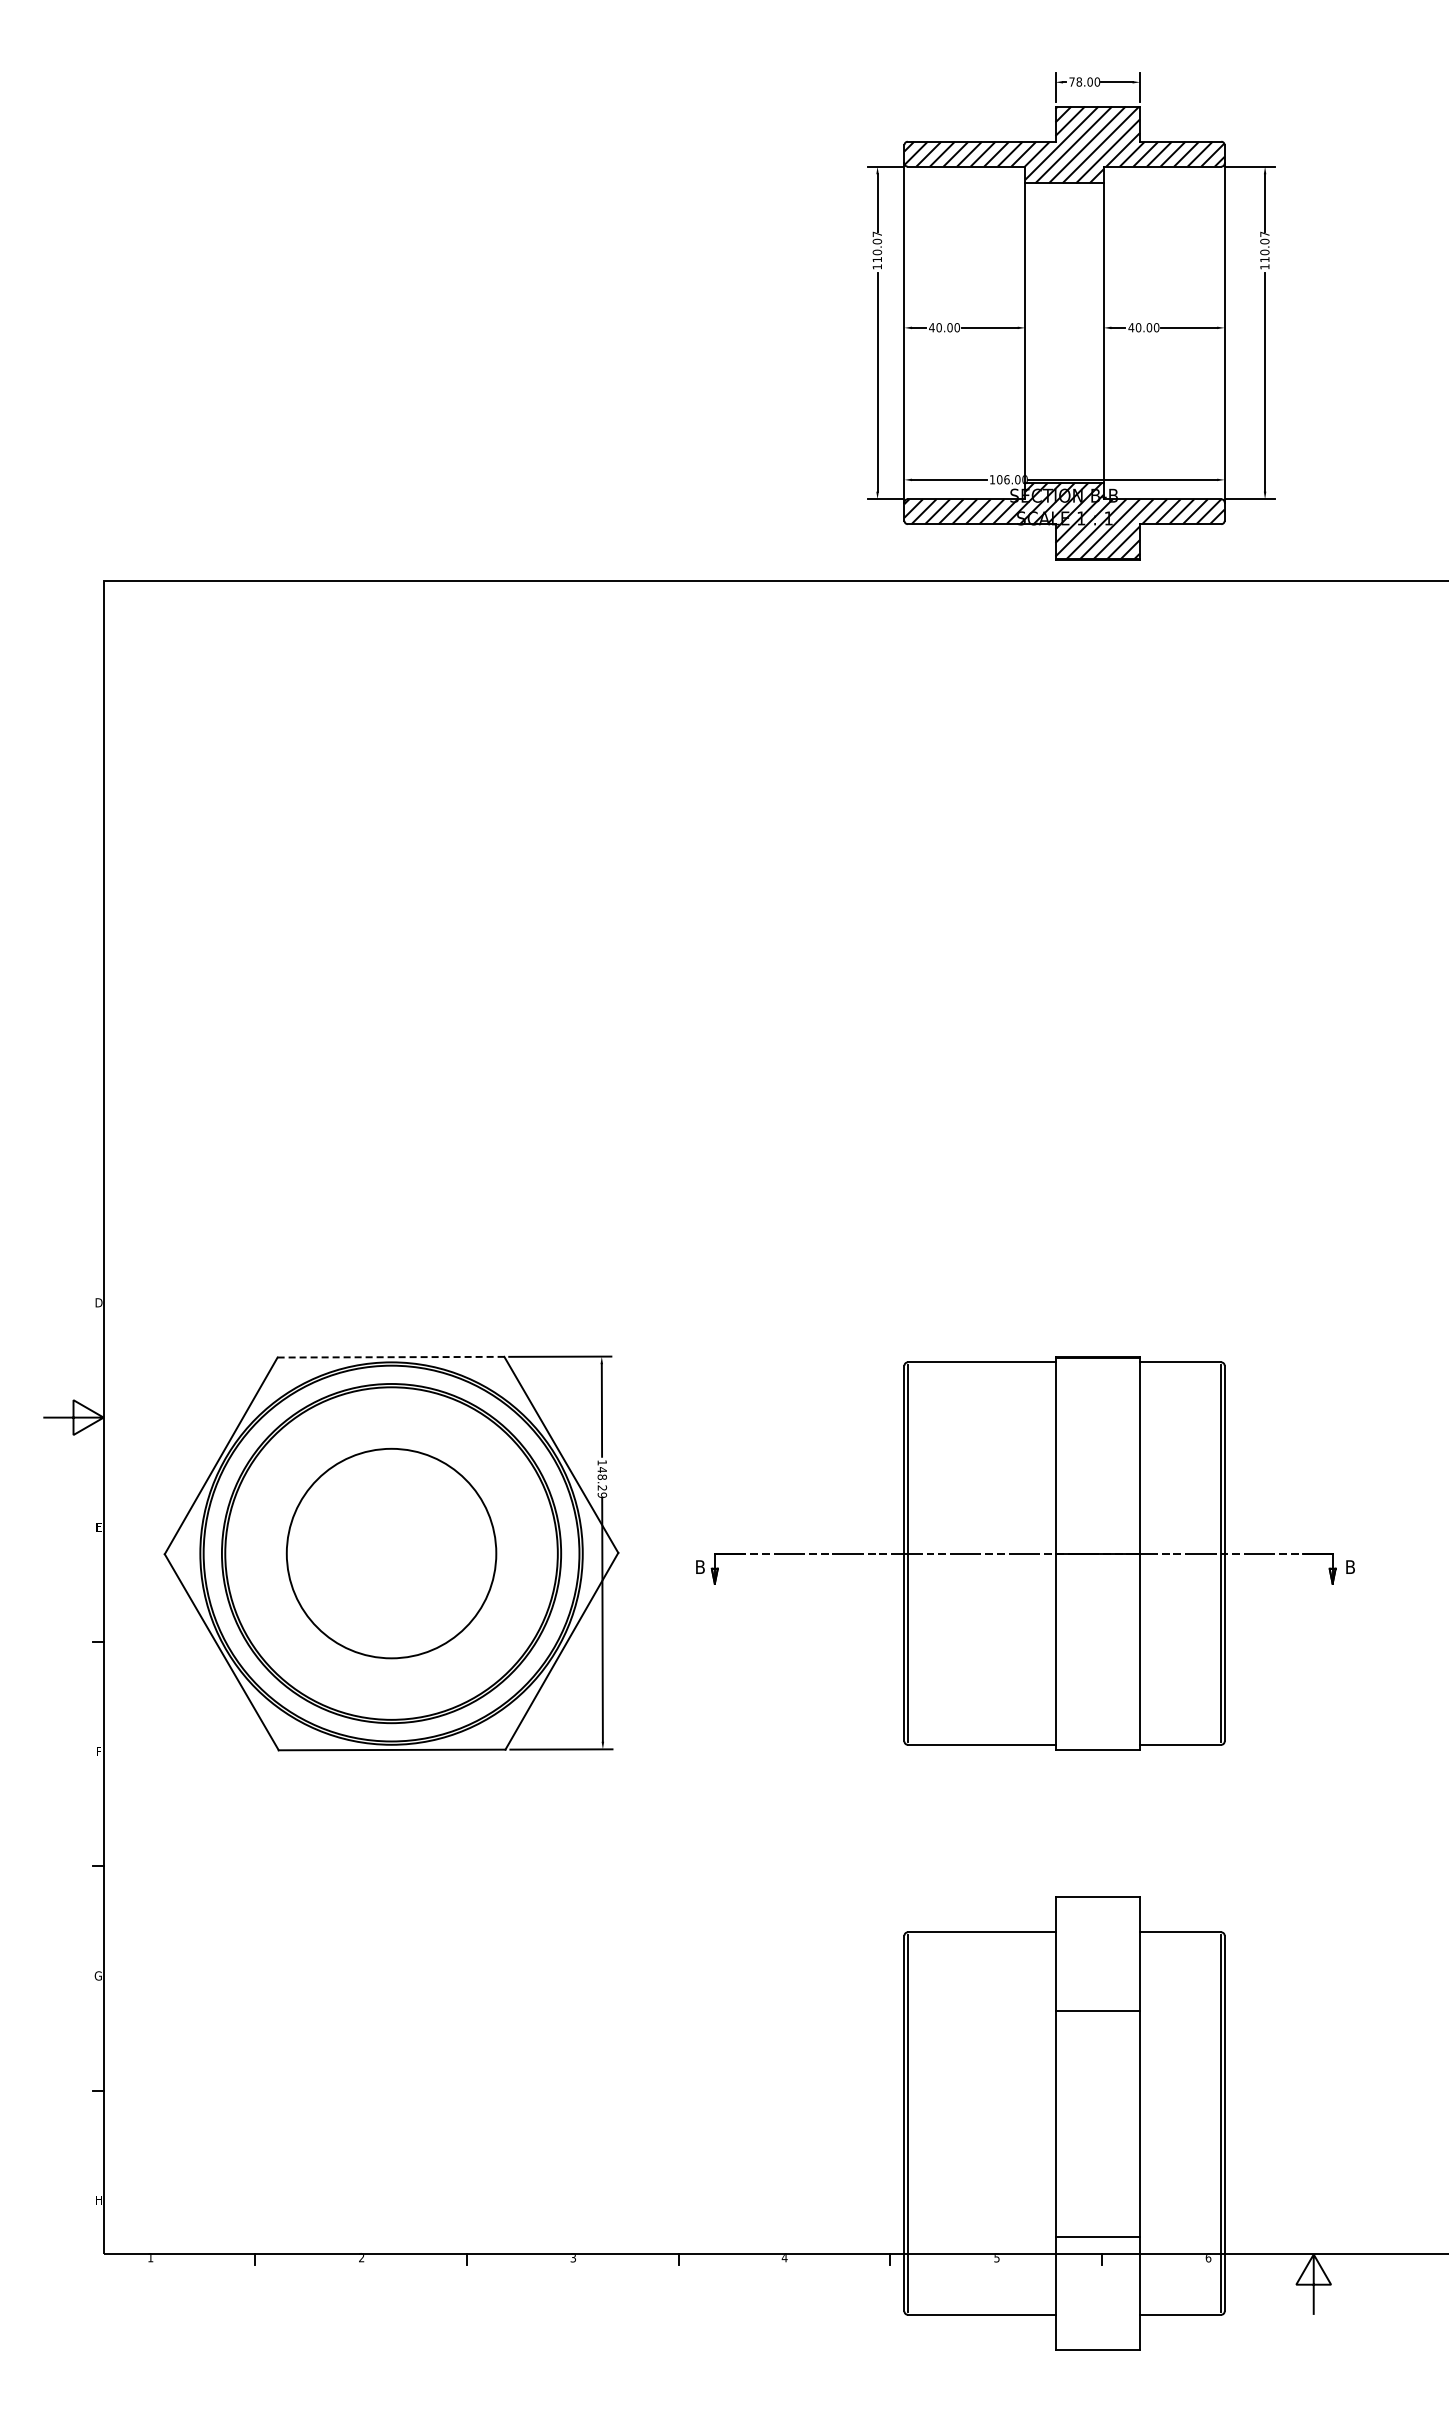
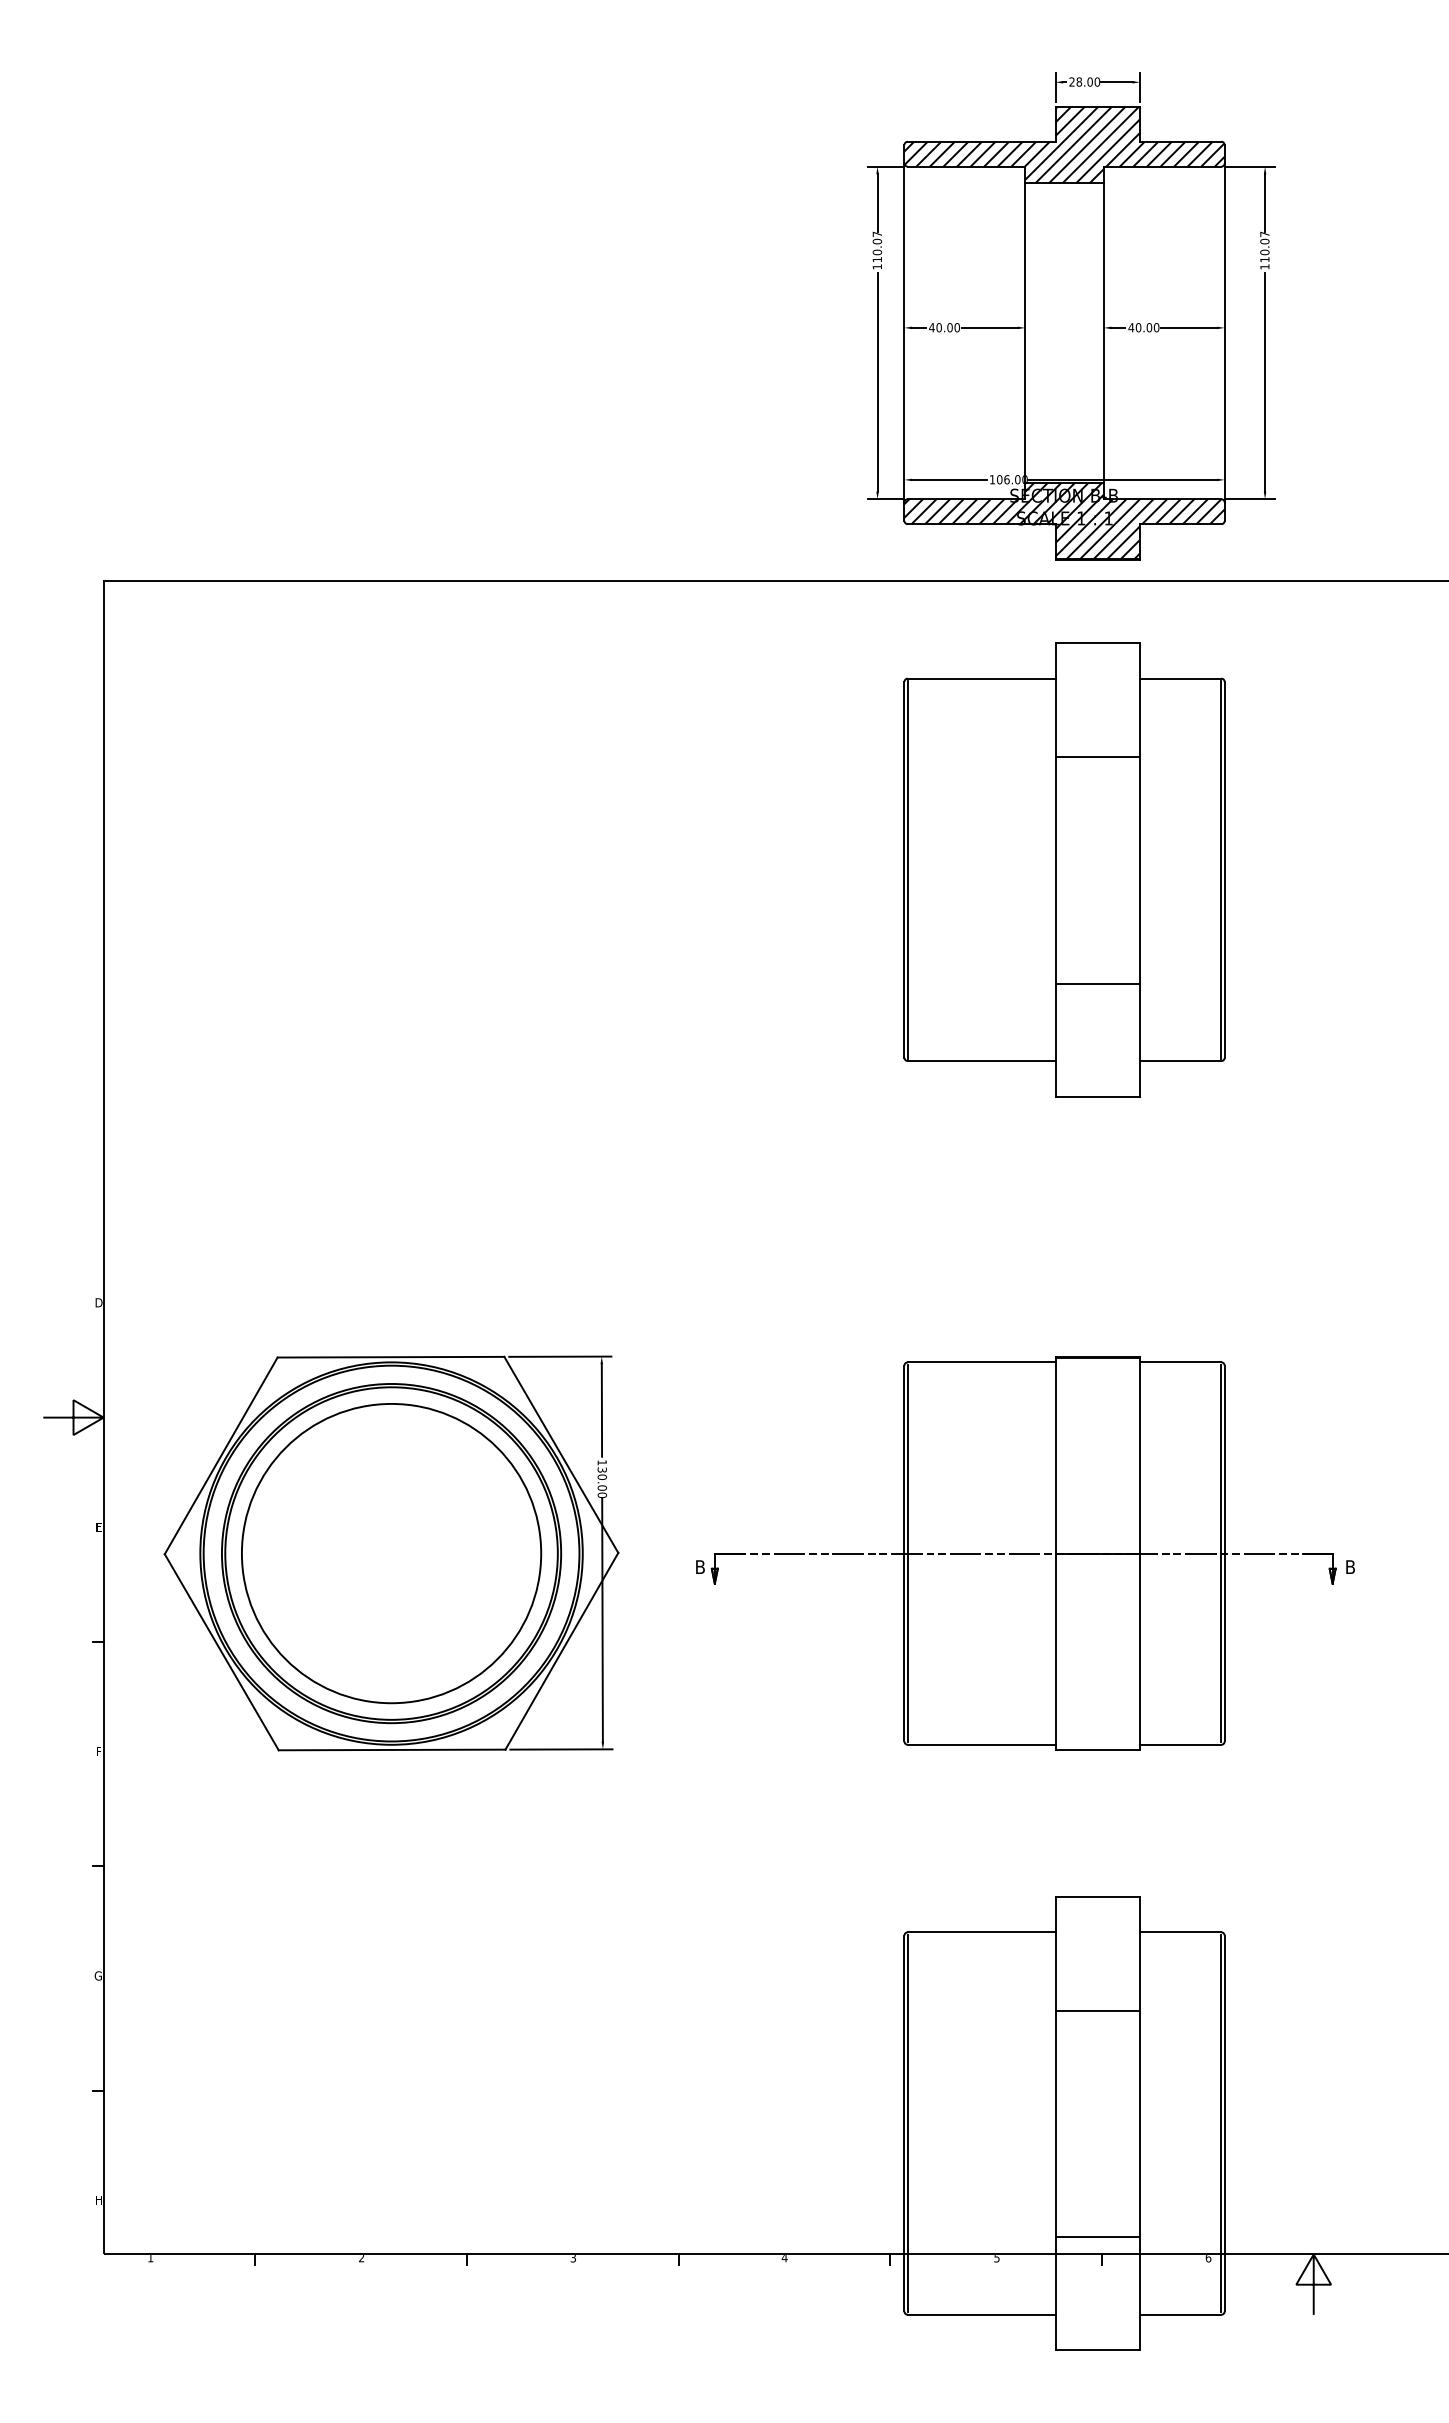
text at (1071, 81): 78.00 -> 28.00
part at (1064, 869): none -> present
line at (391, 1357): dashed -> solid
text at (601, 1482): 148.29 -> 130.00
circle at (391, 1553) diameter: 210 px -> 299 px
